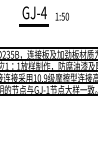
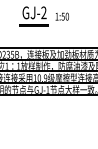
text at (43, 12): GJ-4 -> GJ-2
